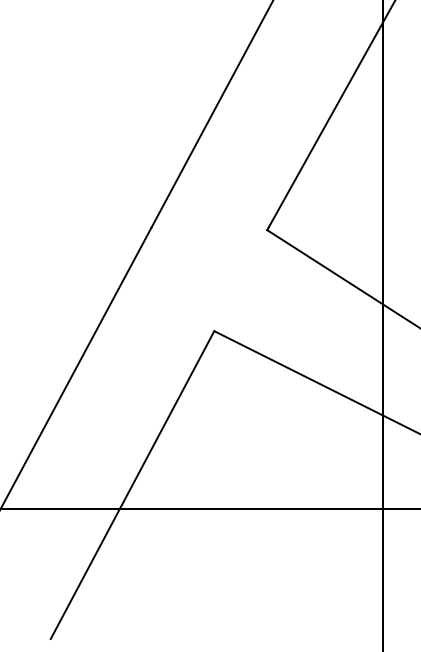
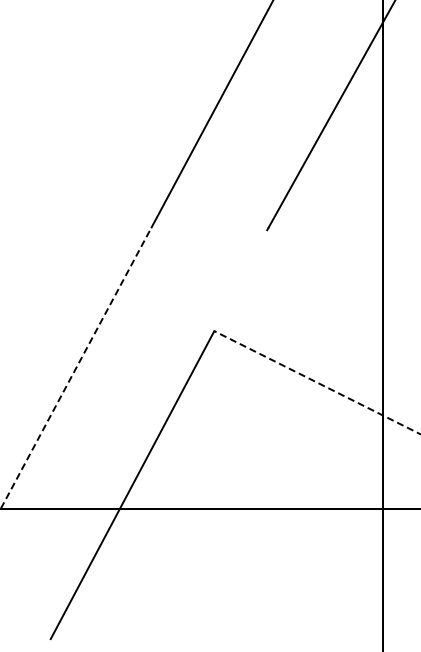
line at (342, 278): present -> none
line at (76, 368): solid -> dashed
line at (317, 382): solid -> dashed
